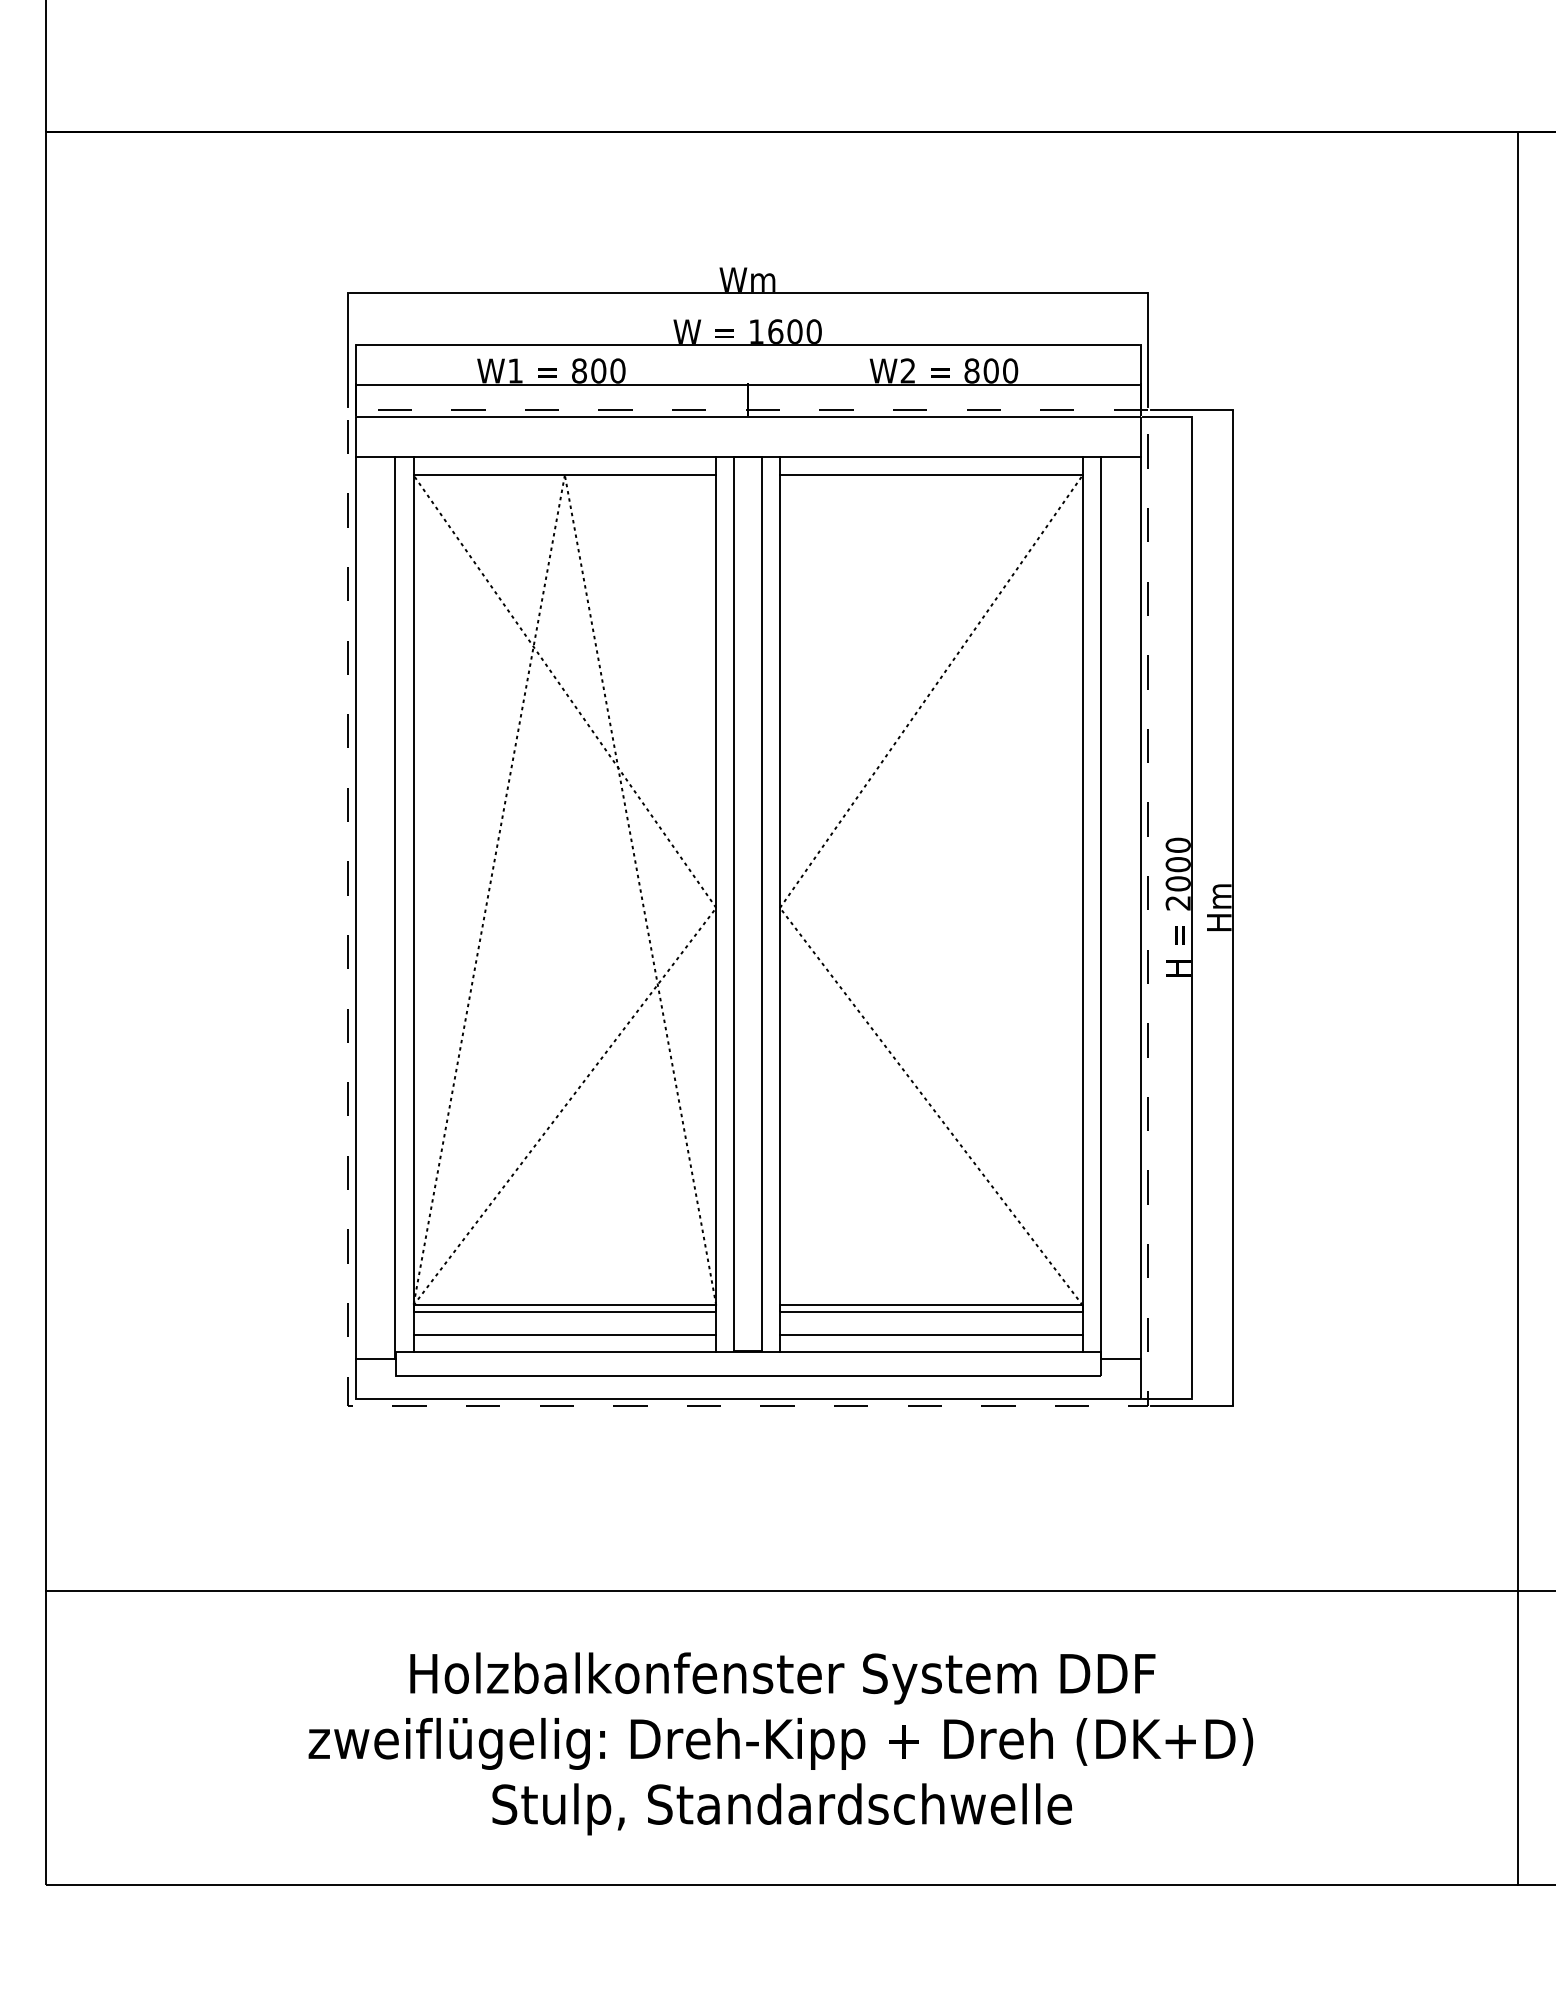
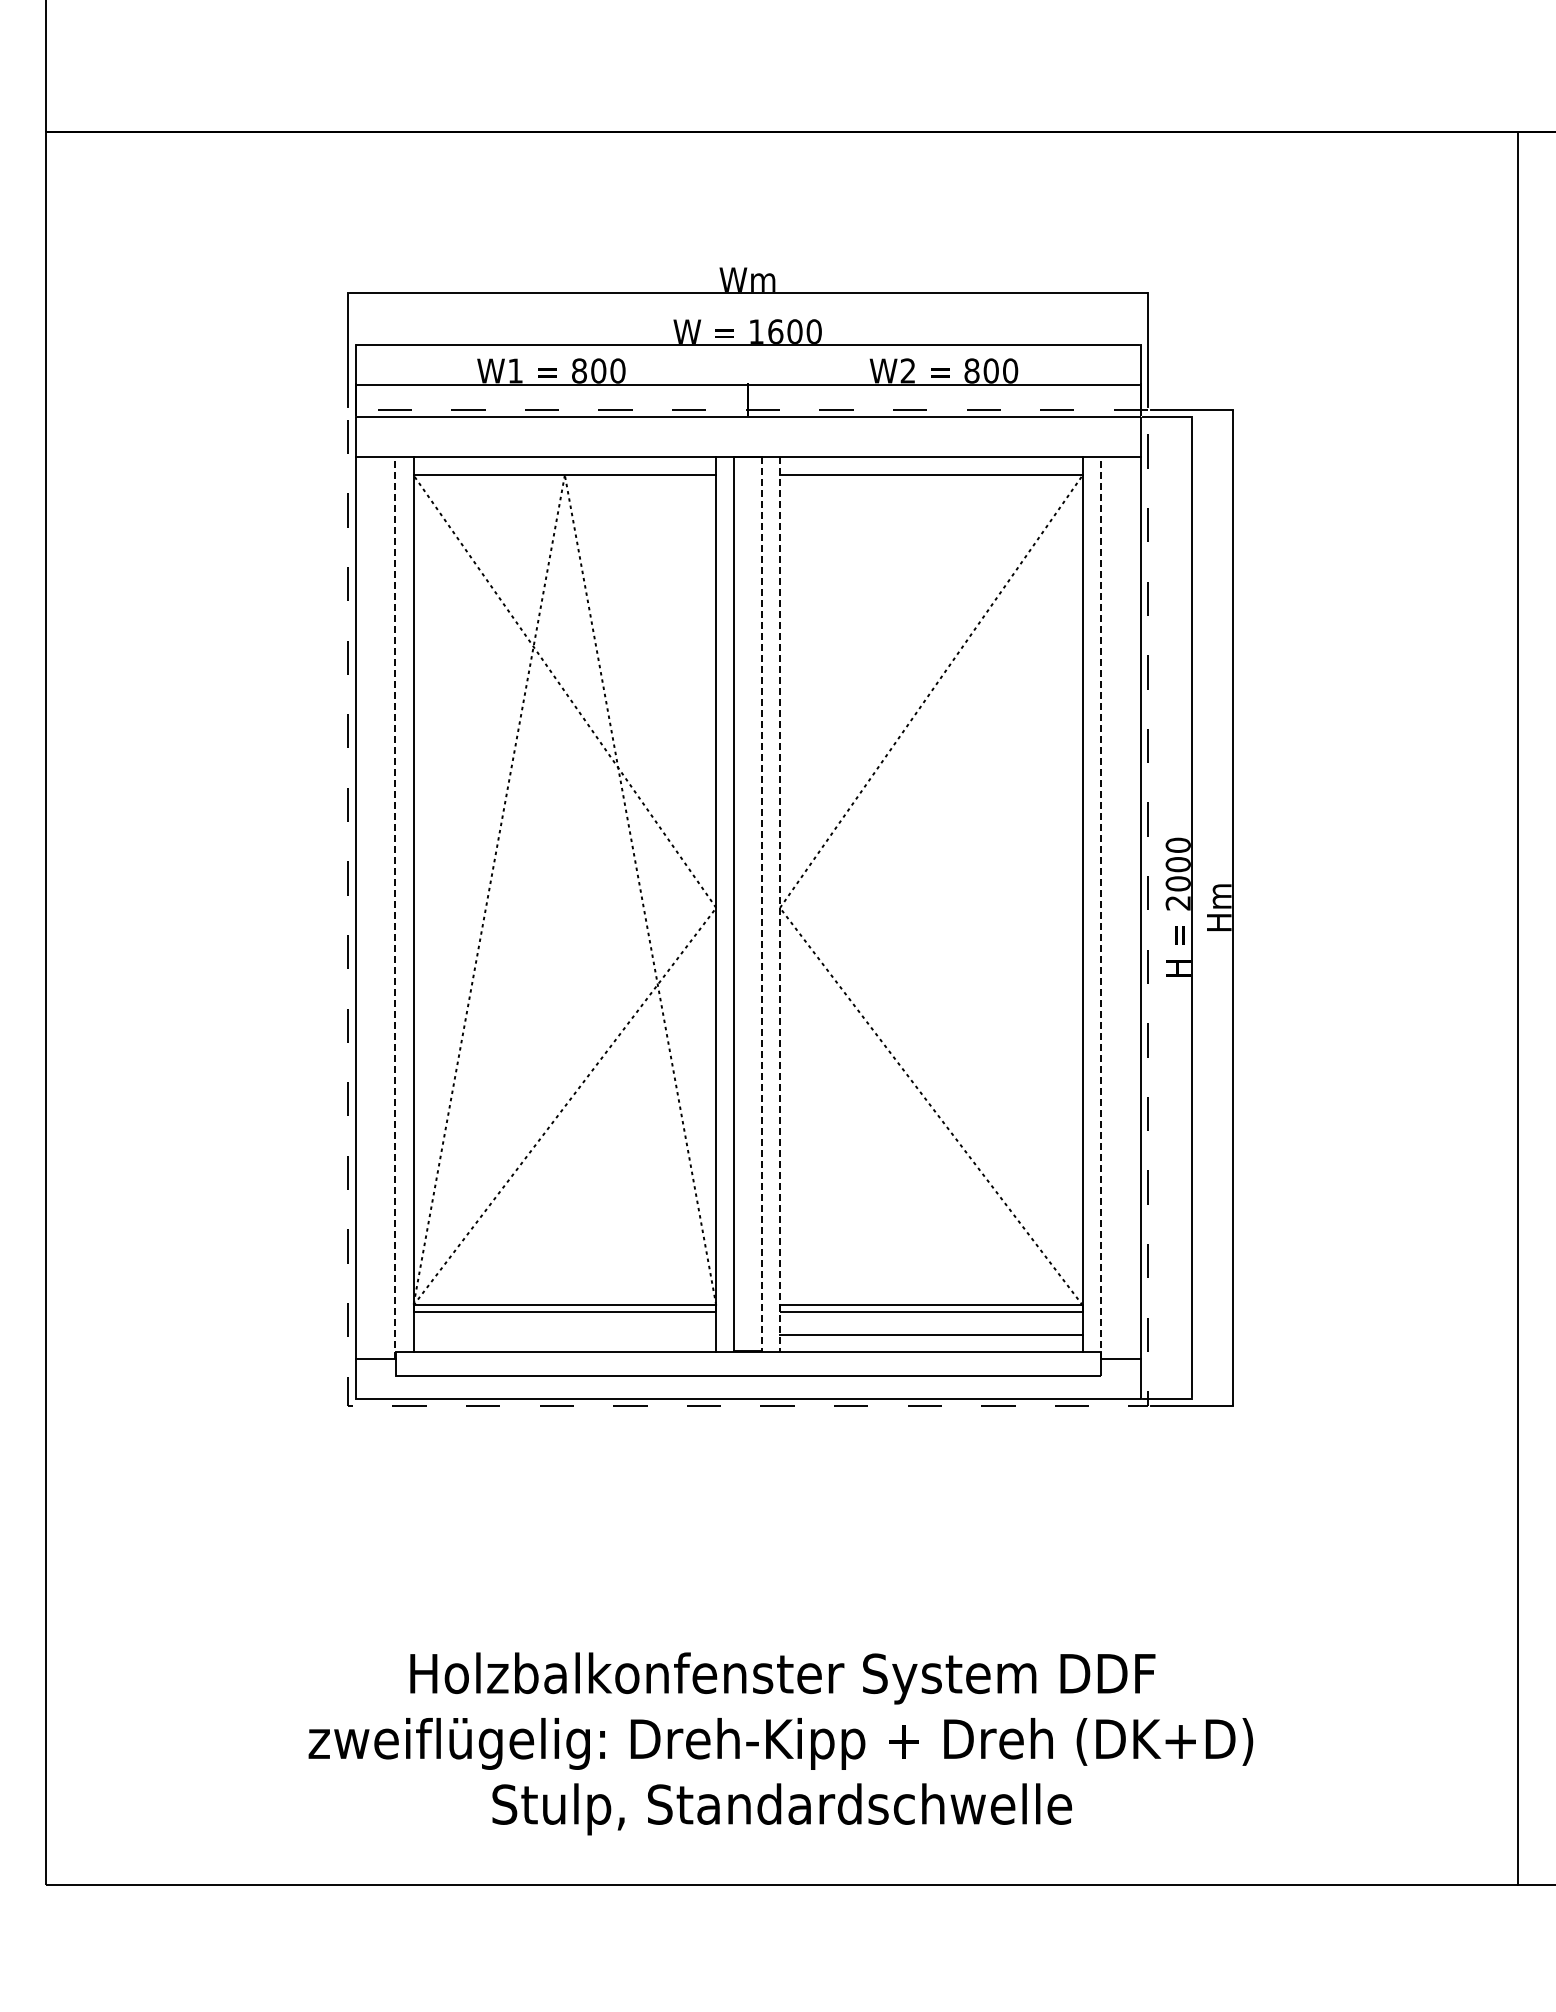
line at (761, 904): solid -> dashed
line at (780, 904): solid -> dashed
line at (395, 907): solid -> dashed
line at (1100, 907): solid -> dashed
line at (564, 1335): present -> none
line at (799, 1590): present -> none
